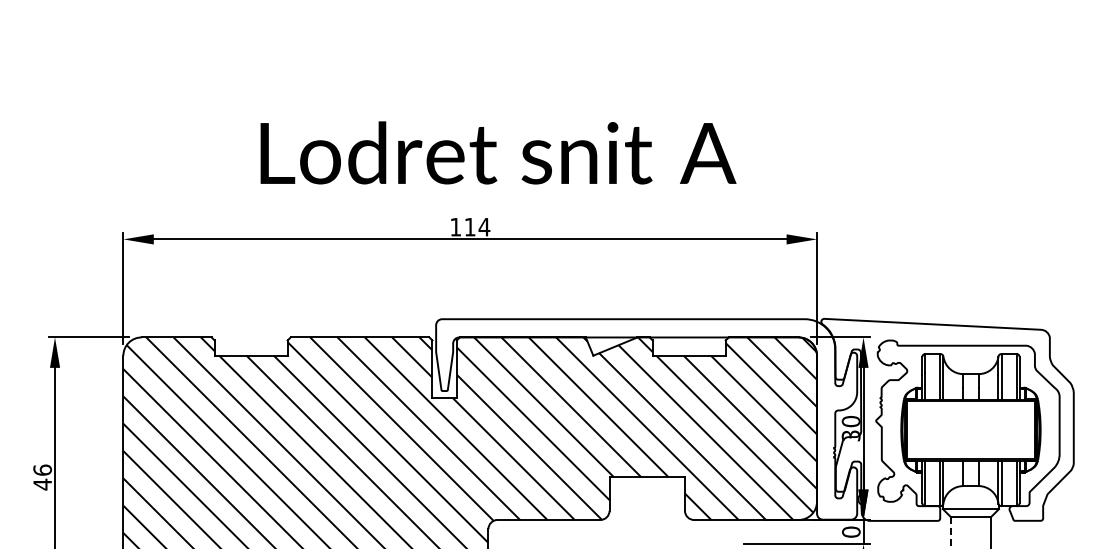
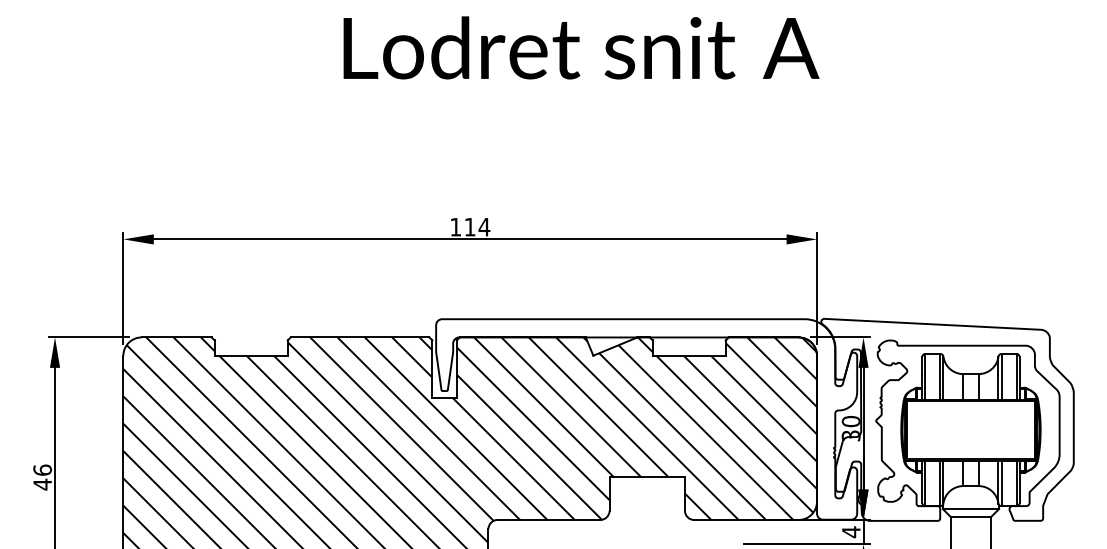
text at (498, 152) position: (498, 152) -> (581, 47)
text at (851, 532): 0 -> 4
line at (951, 533): dashed -> solid
